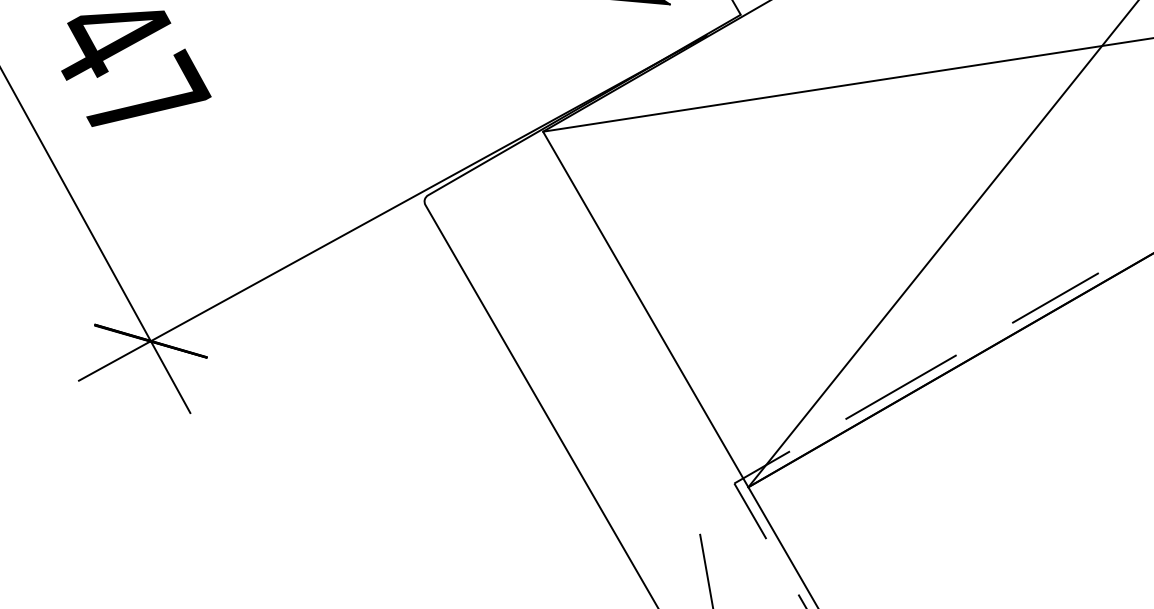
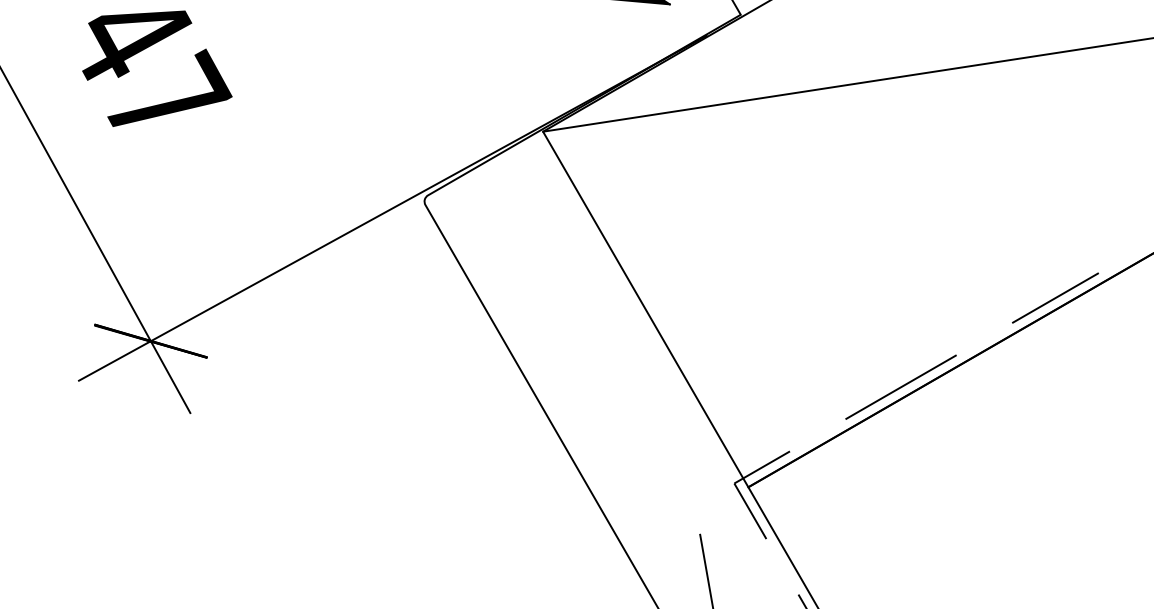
text at (136, 68) position: (136, 68) -> (157, 68)
line at (942, 244): present -> none
